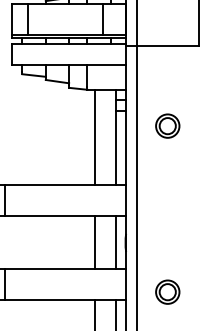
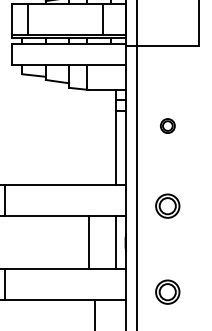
part at (167, 125) size: 26x26 px -> 16x16 px
line at (95, 136): present -> none
part at (167, 205): none -> present
line at (95, 241) position: (95, 241) -> (89, 241)
line at (115, 313): present -> none
